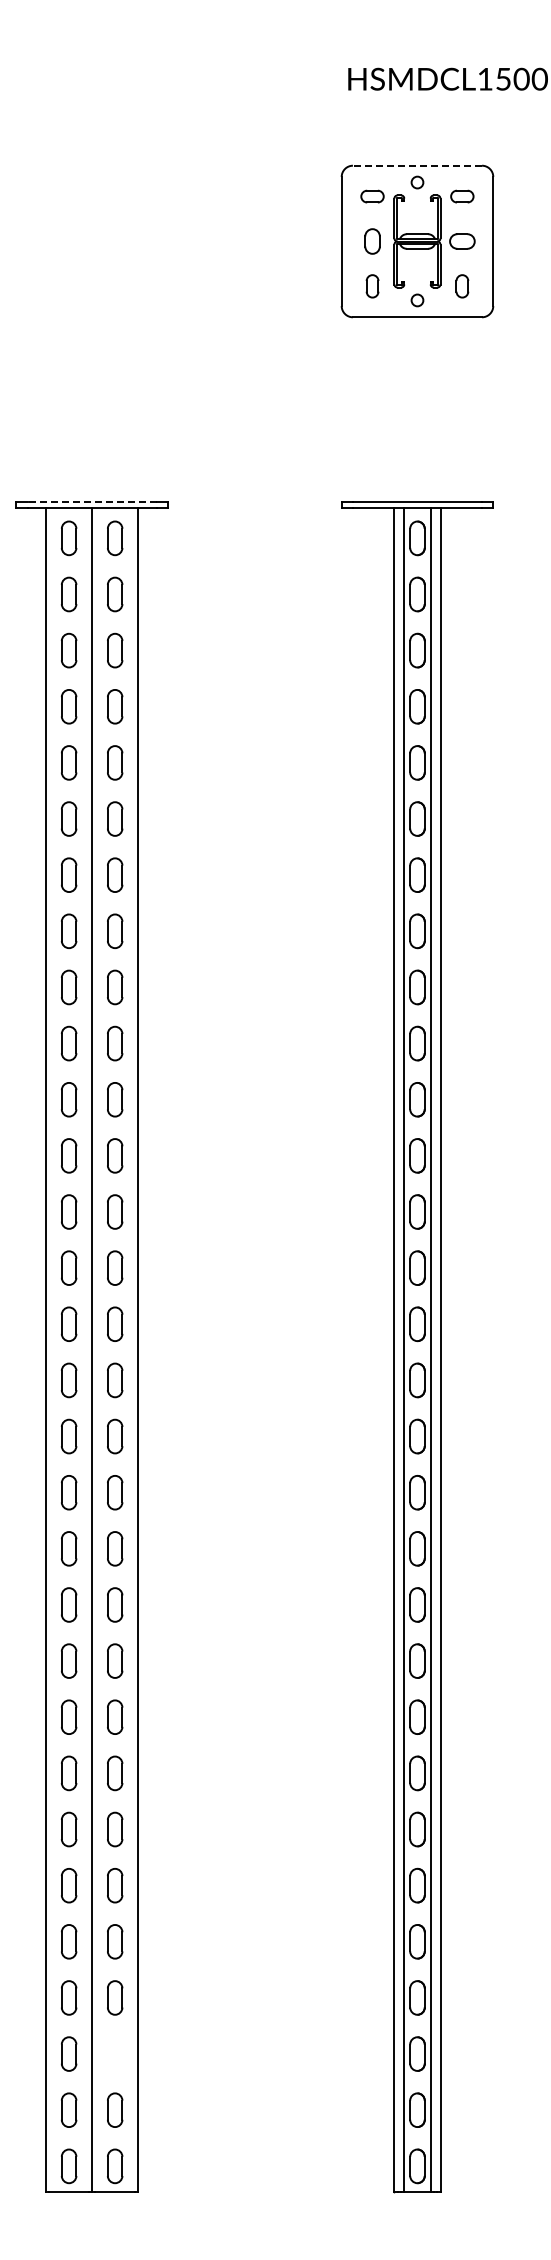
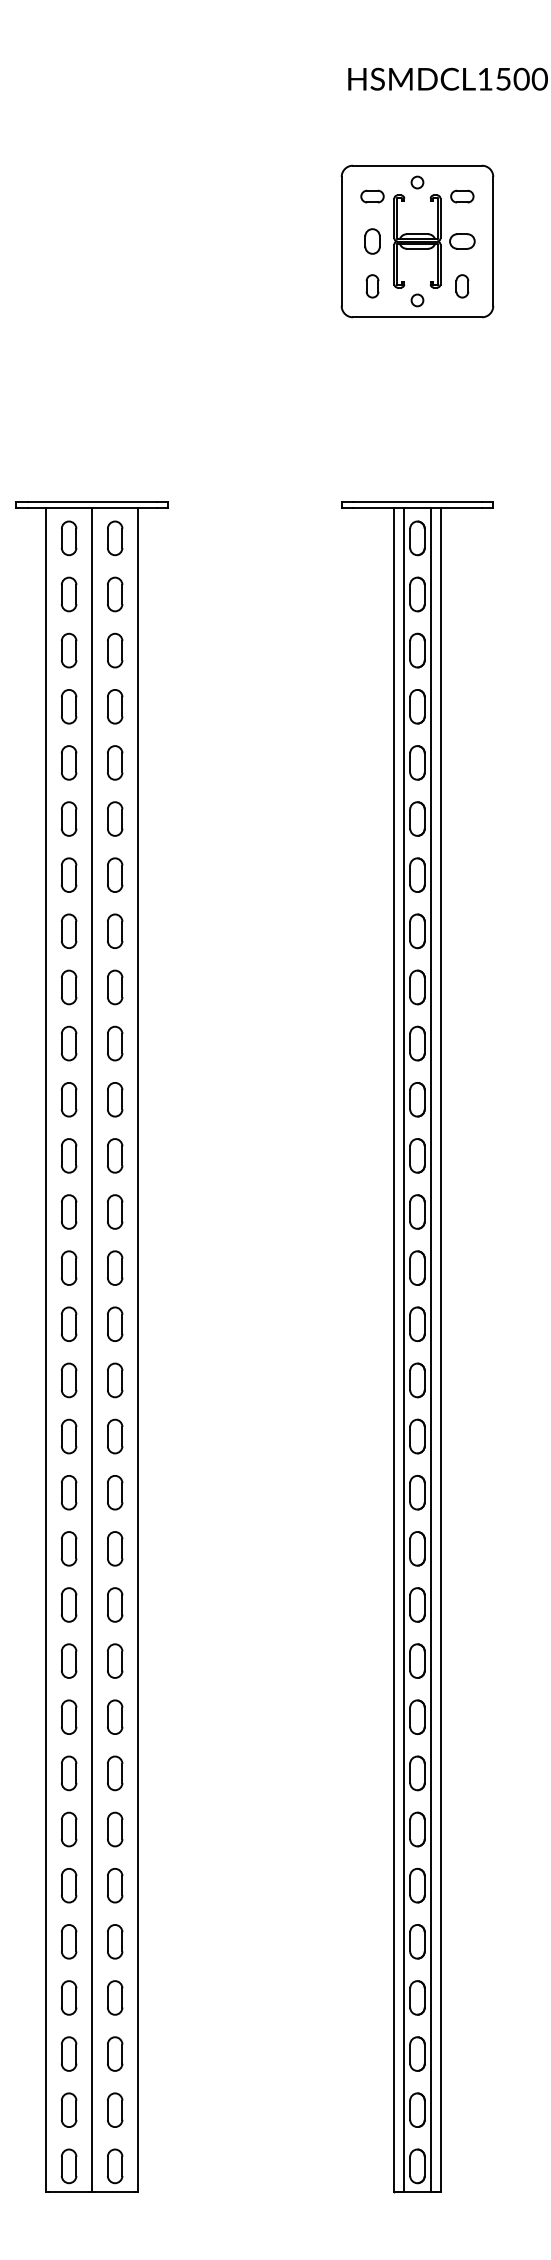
line at (417, 165): dashed -> solid
line at (92, 502): dashed -> solid
part at (115, 2053): none -> present
